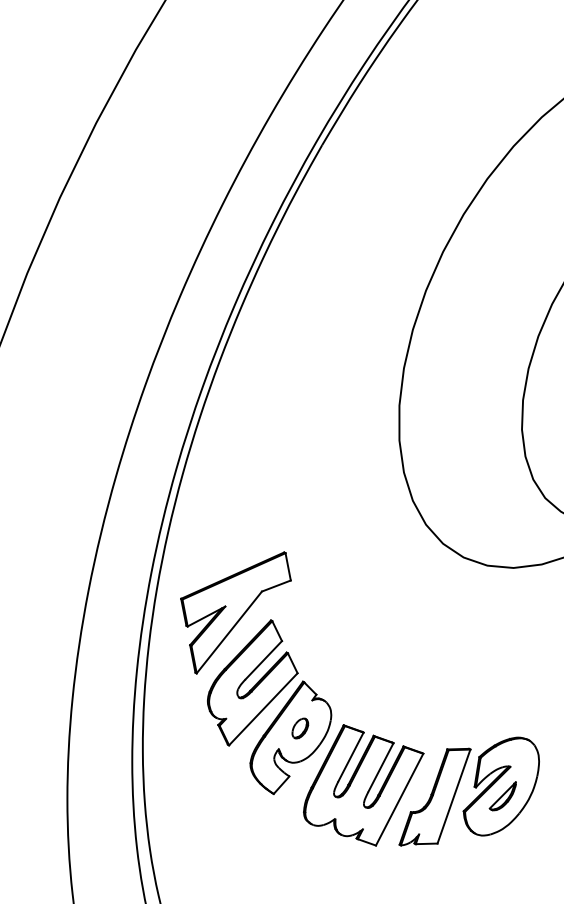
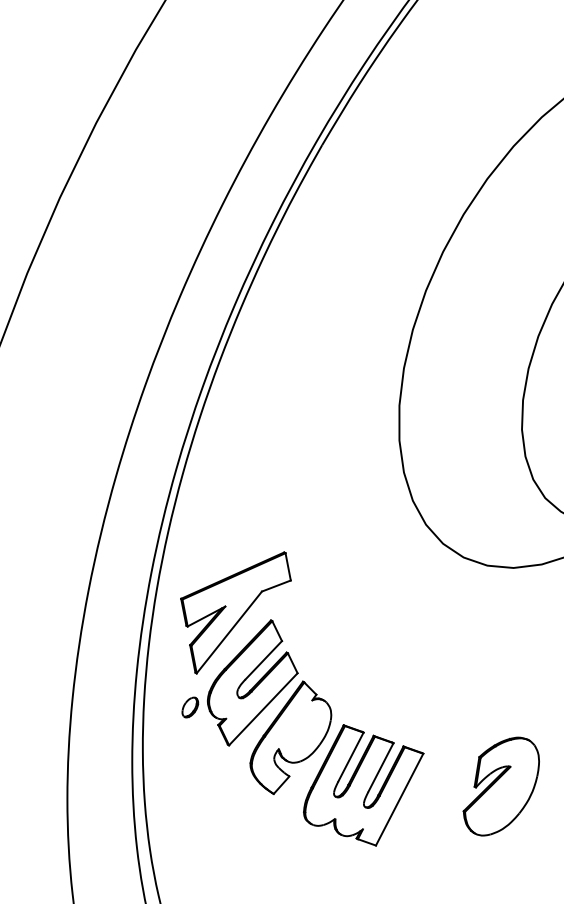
part at (300, 728) position: (300, 728) -> (190, 707)
part at (434, 796): present -> none
part at (502, 796): present -> none
